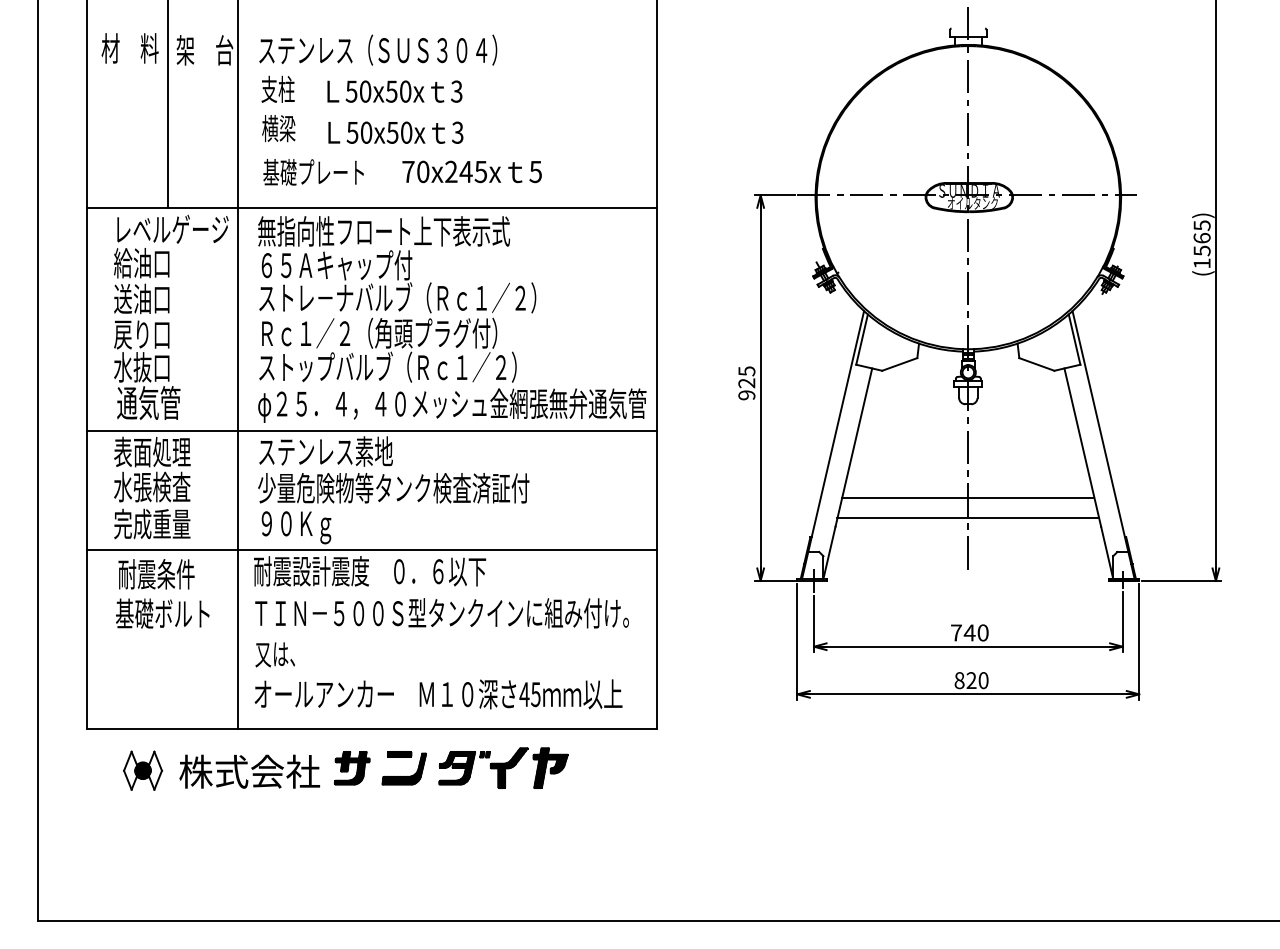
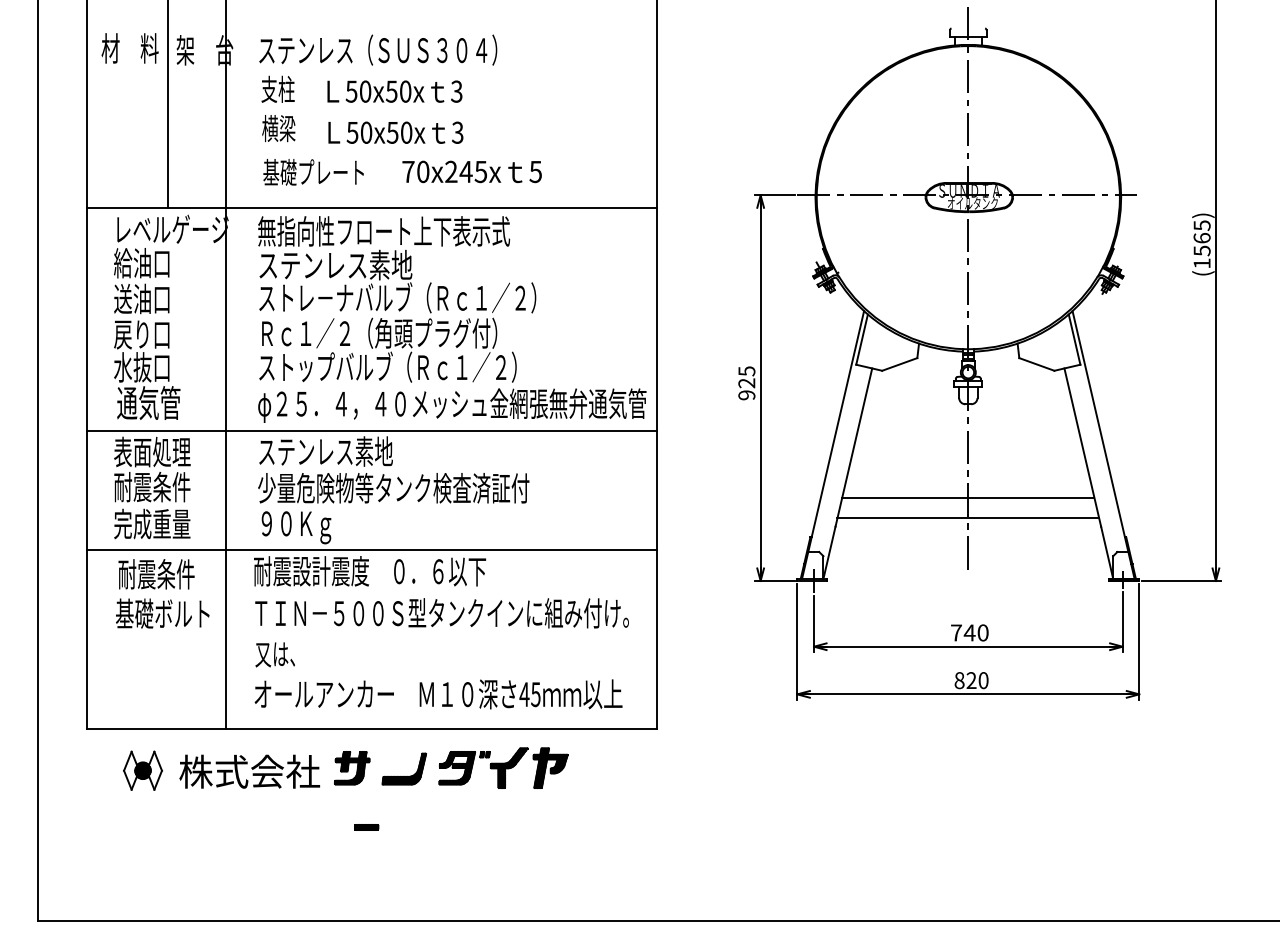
text at (335, 264): ６５Ａキャップ付 -> ステンレス素地
line at (238, 365) position: (238, 365) -> (226, 365)
text at (152, 486): 水張検査 -> 耐震条件
part at (399, 754) position: (399, 754) -> (366, 827)
